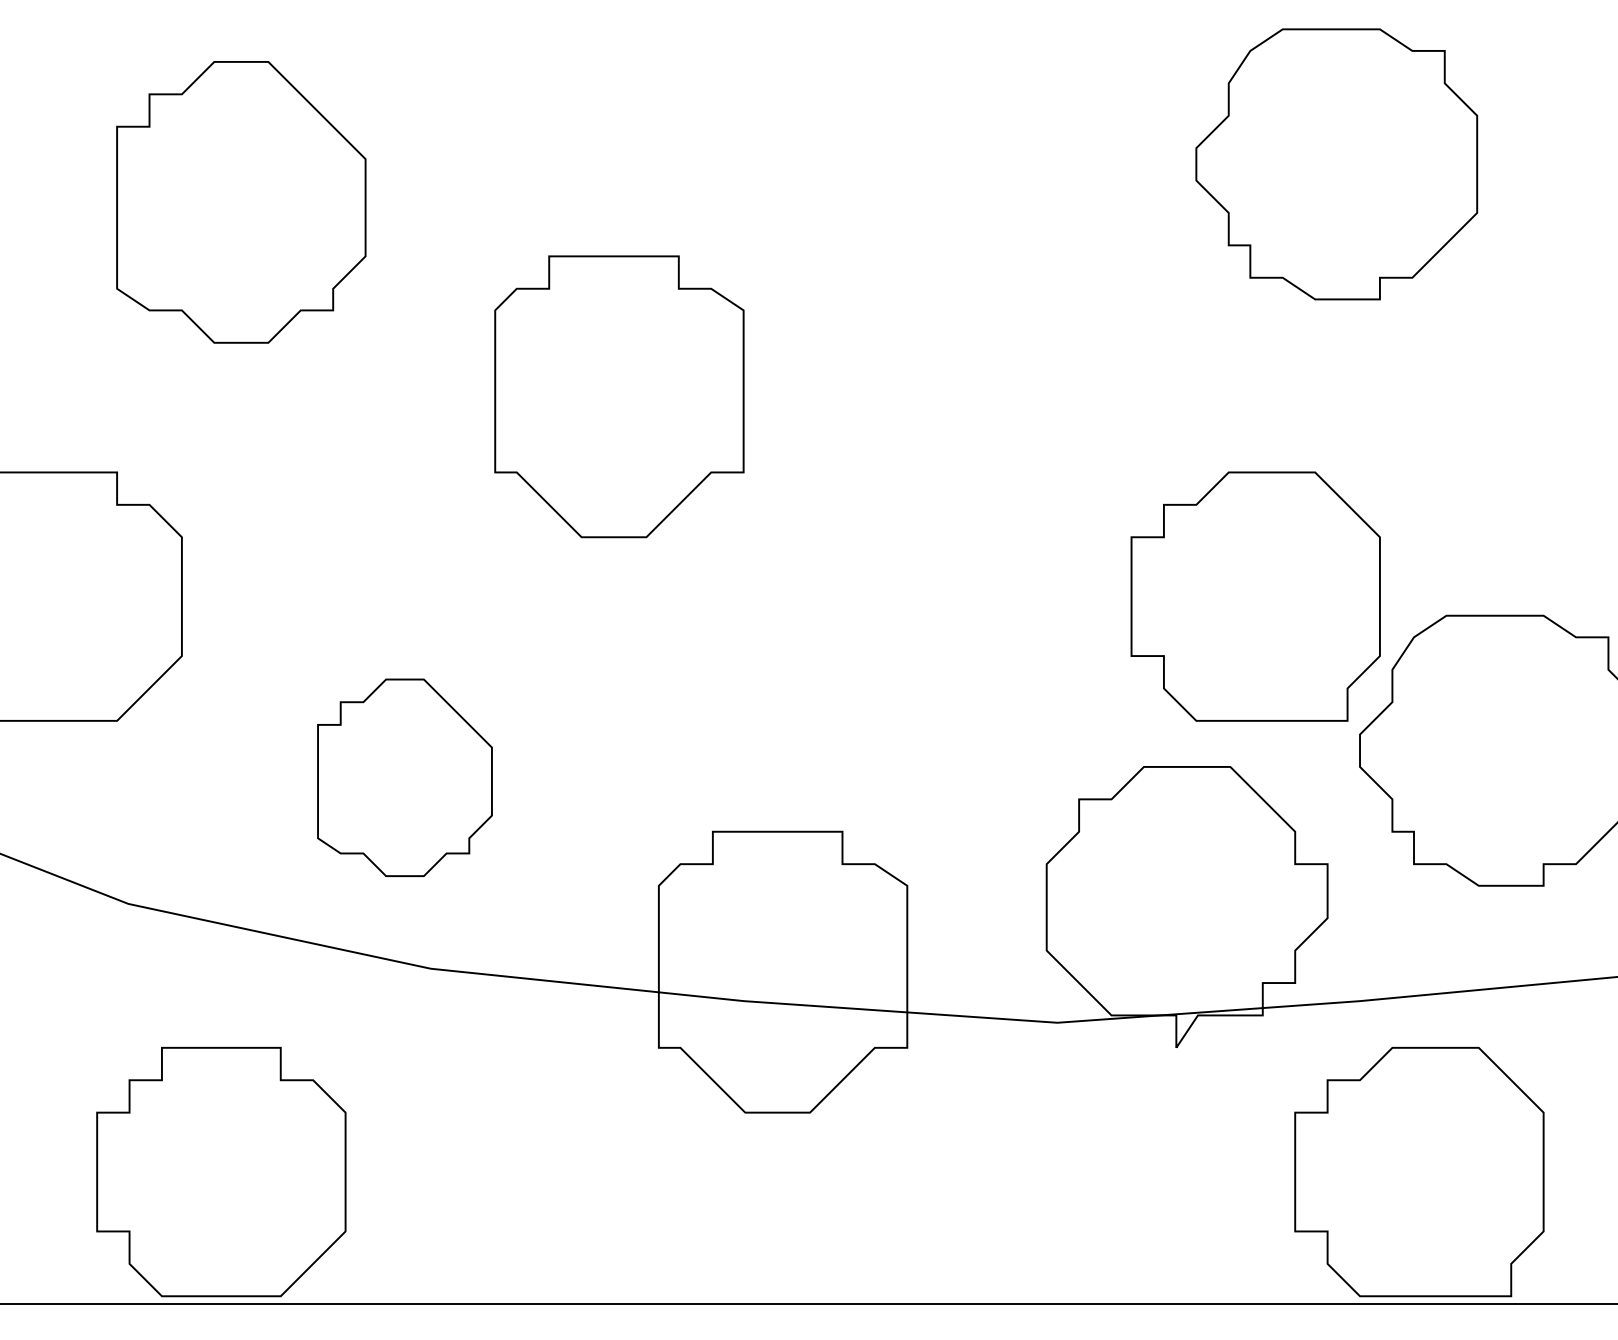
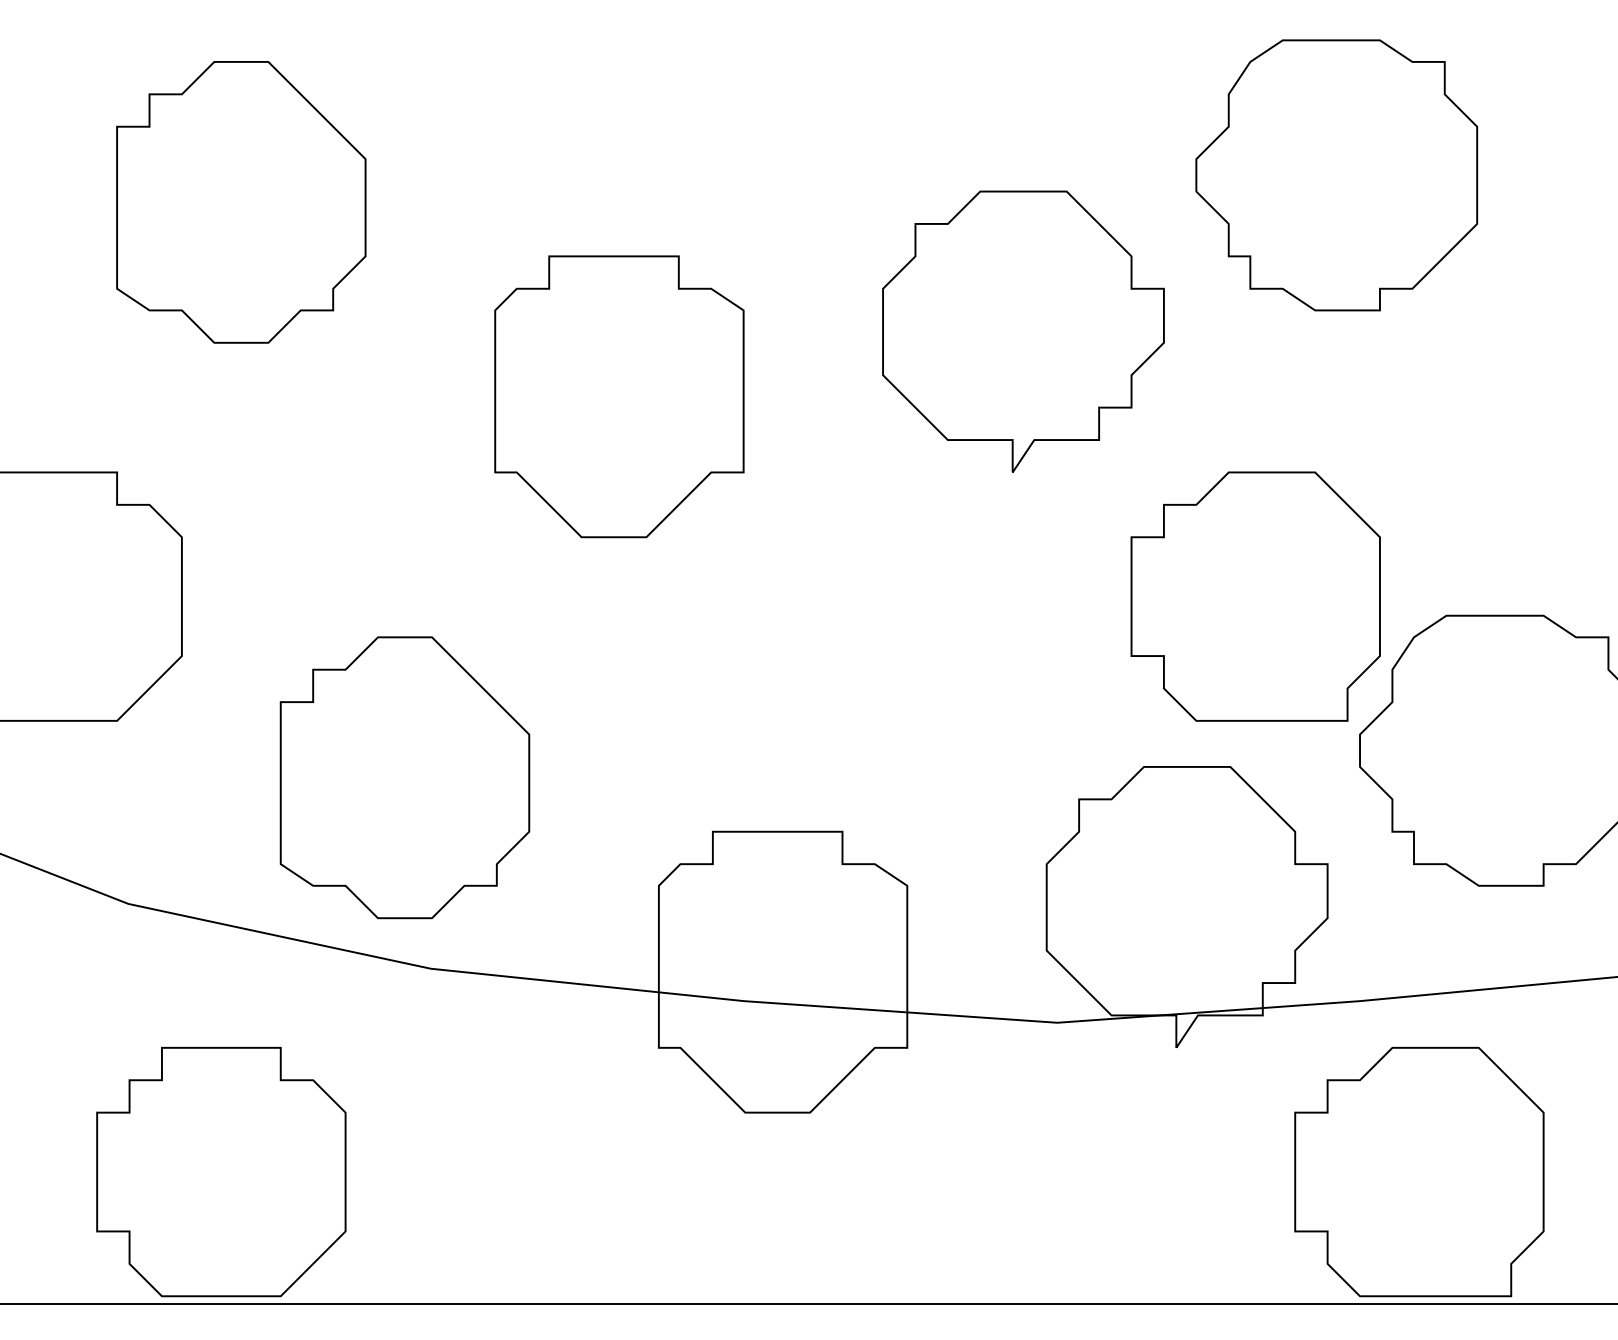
part at (1336, 164) position: (1336, 164) -> (1336, 175)
part at (1023, 331): none -> present
part at (404, 777) size: 176x199 px -> 252x284 px
